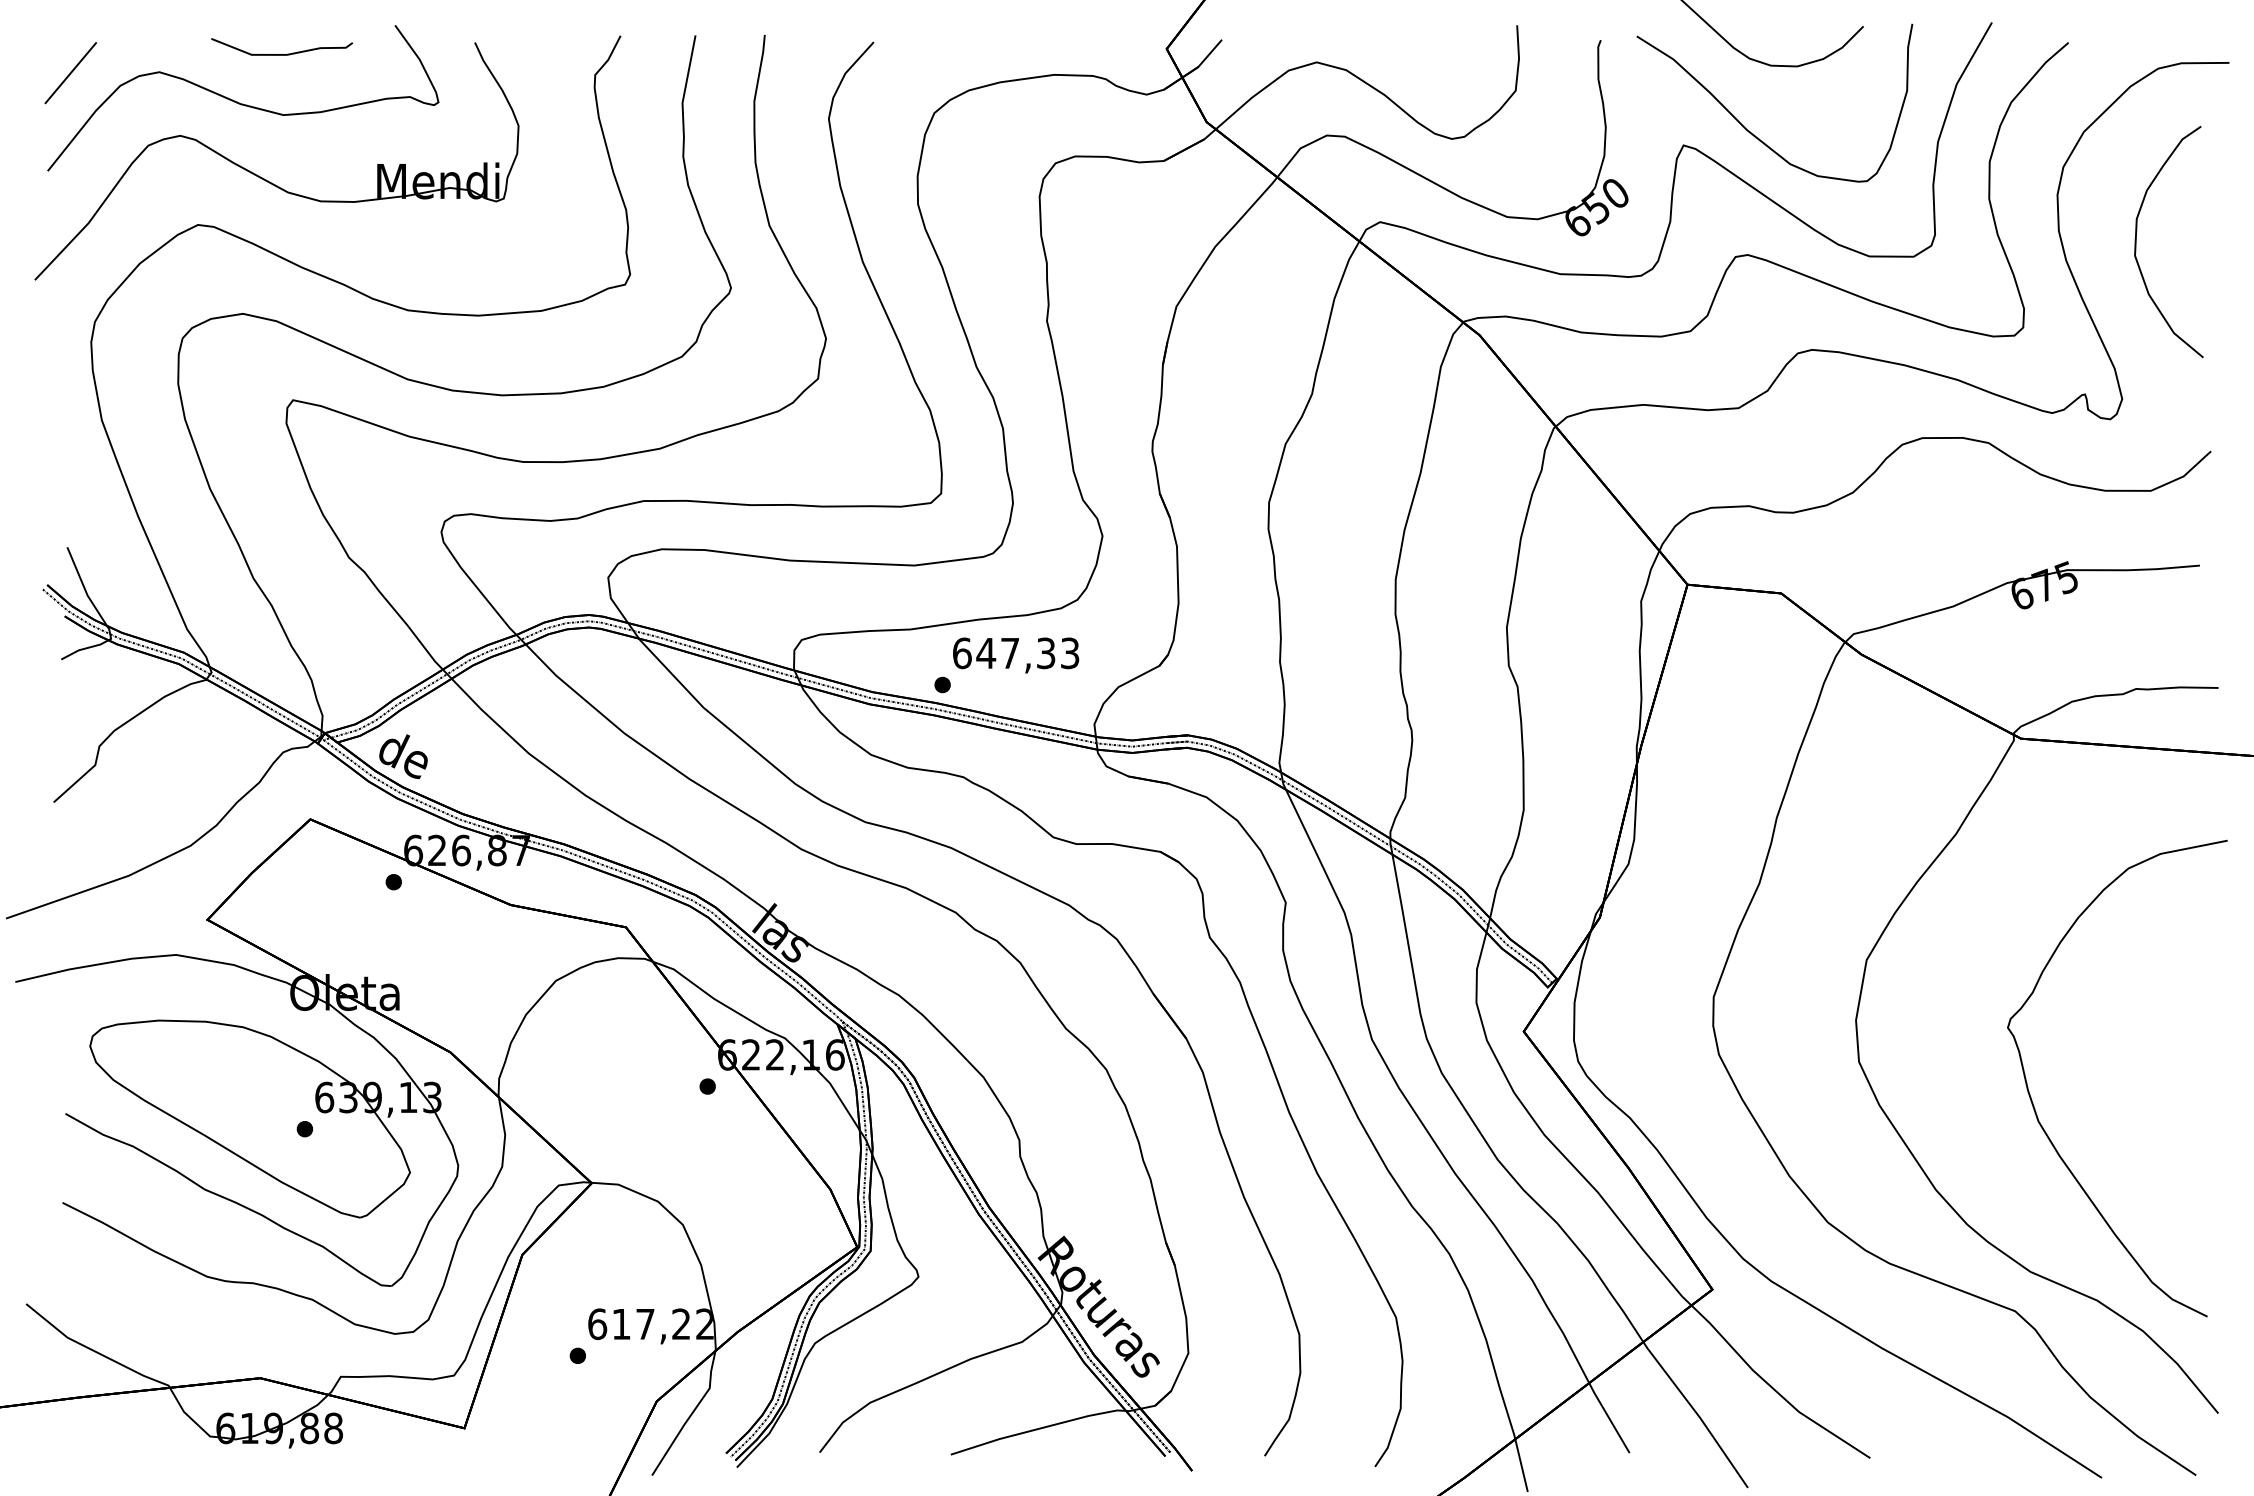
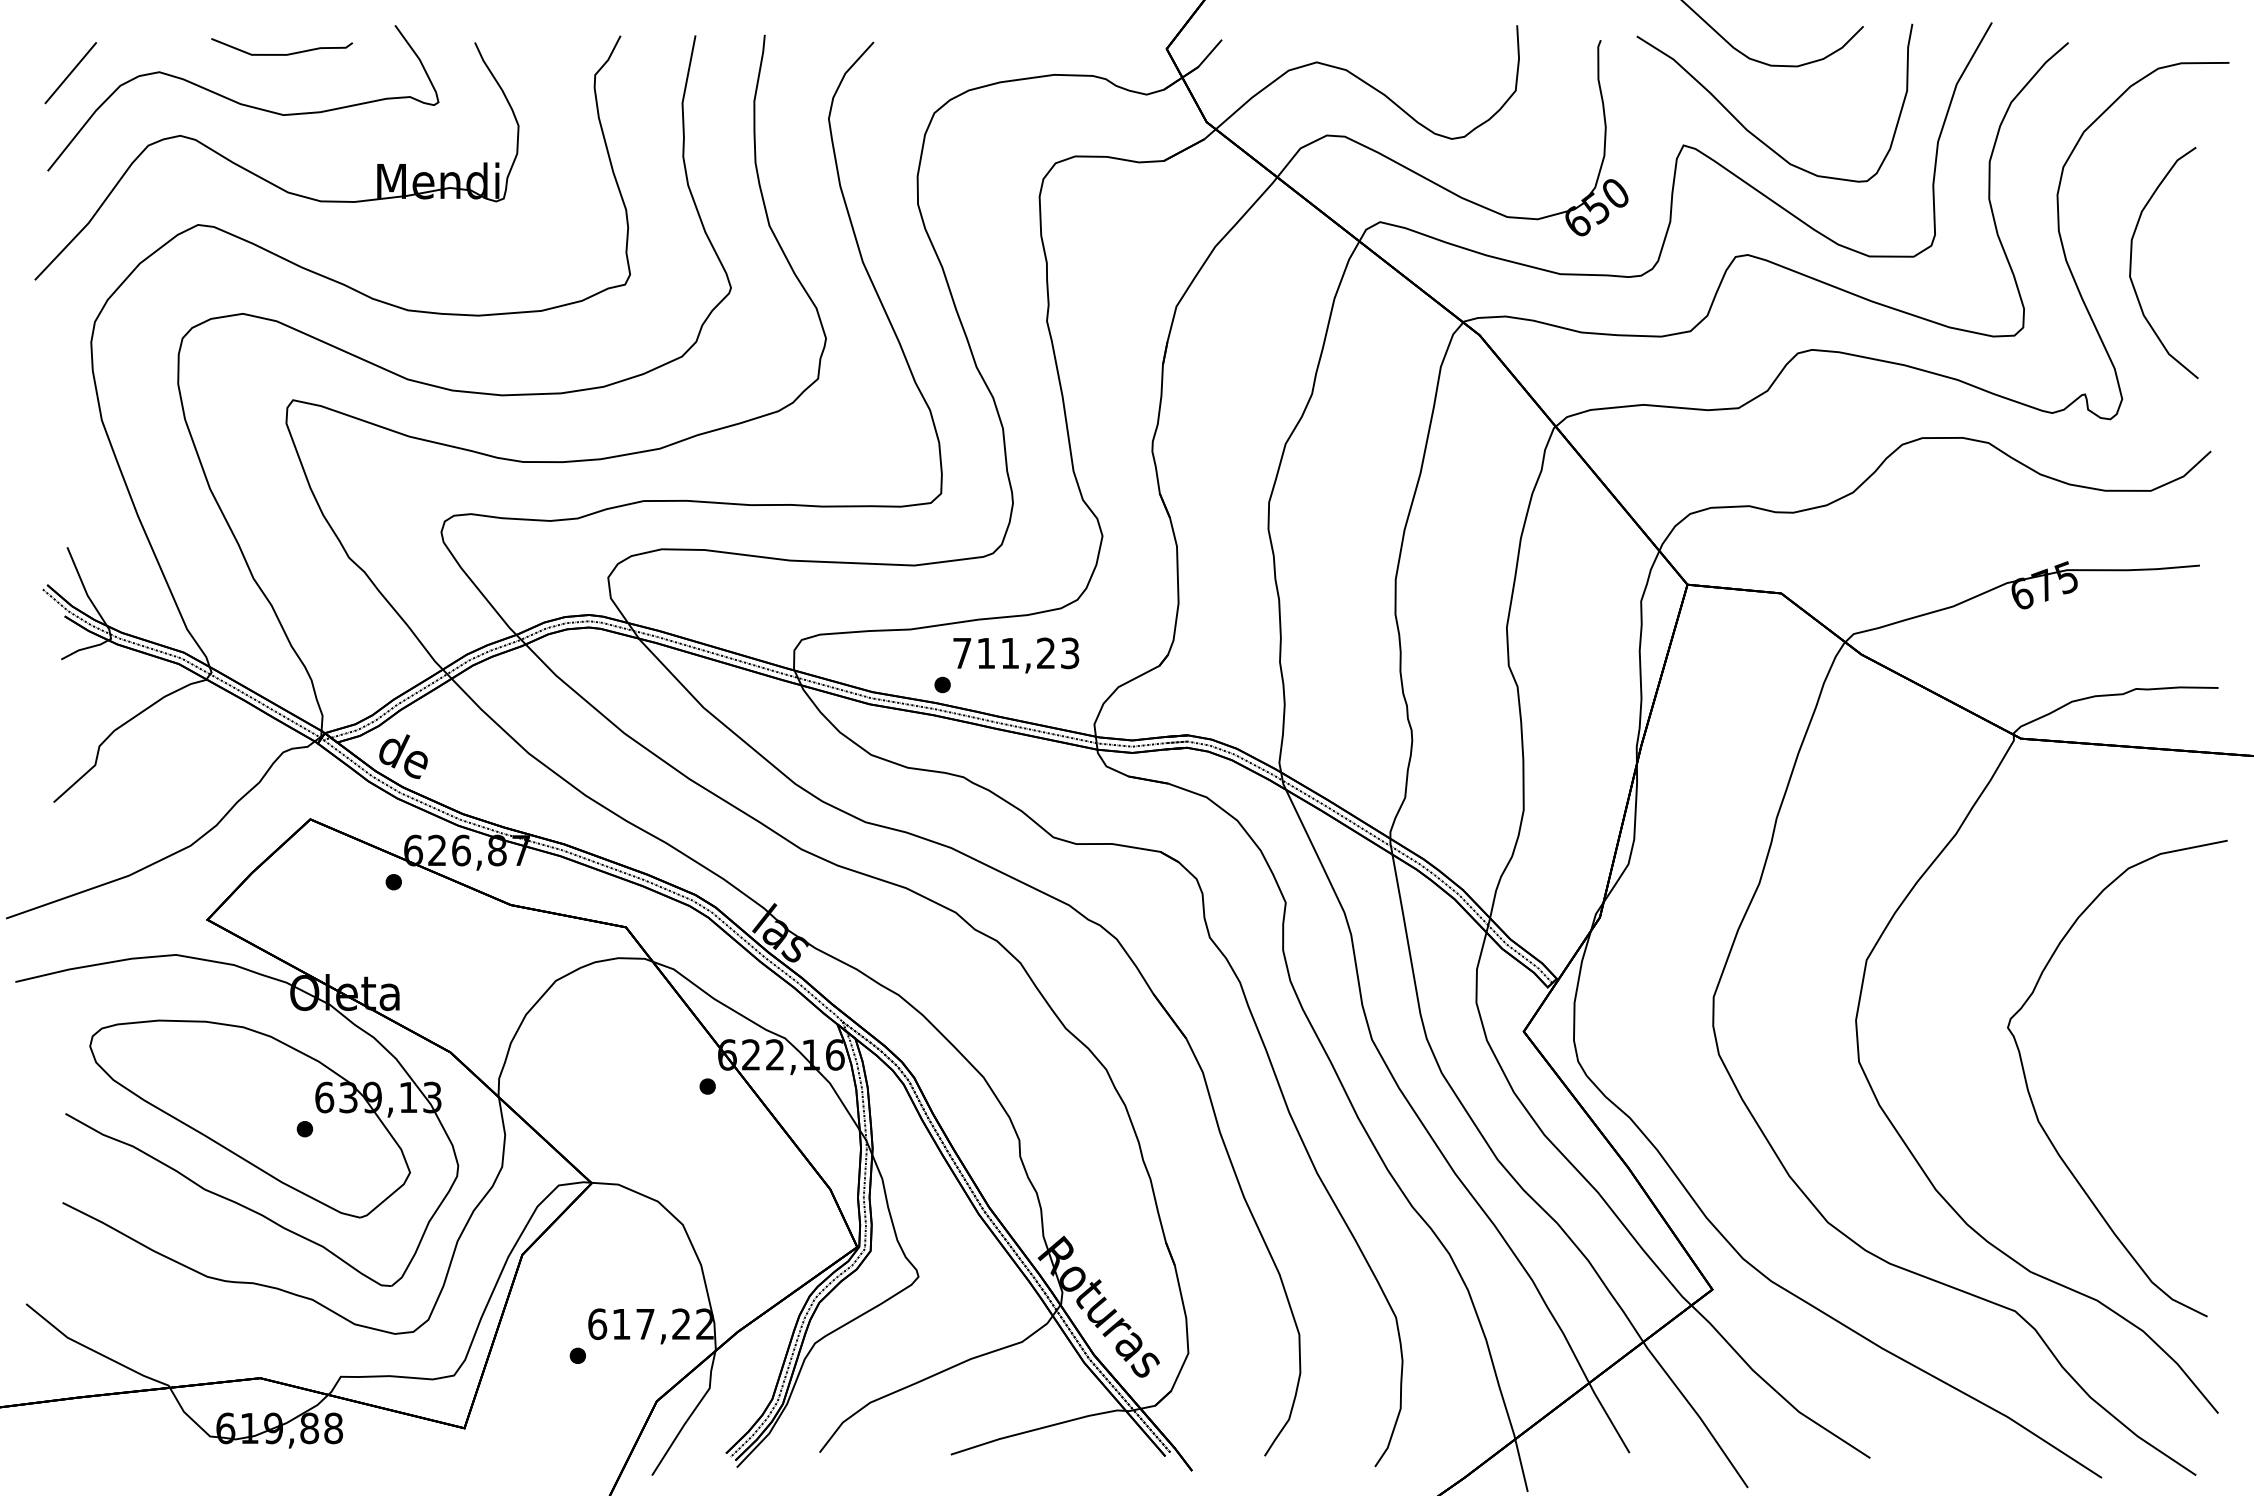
curve at (2136, 242) position: (2136, 242) -> (2131, 263)
text at (1004, 653): 647,33 -> 711,23
